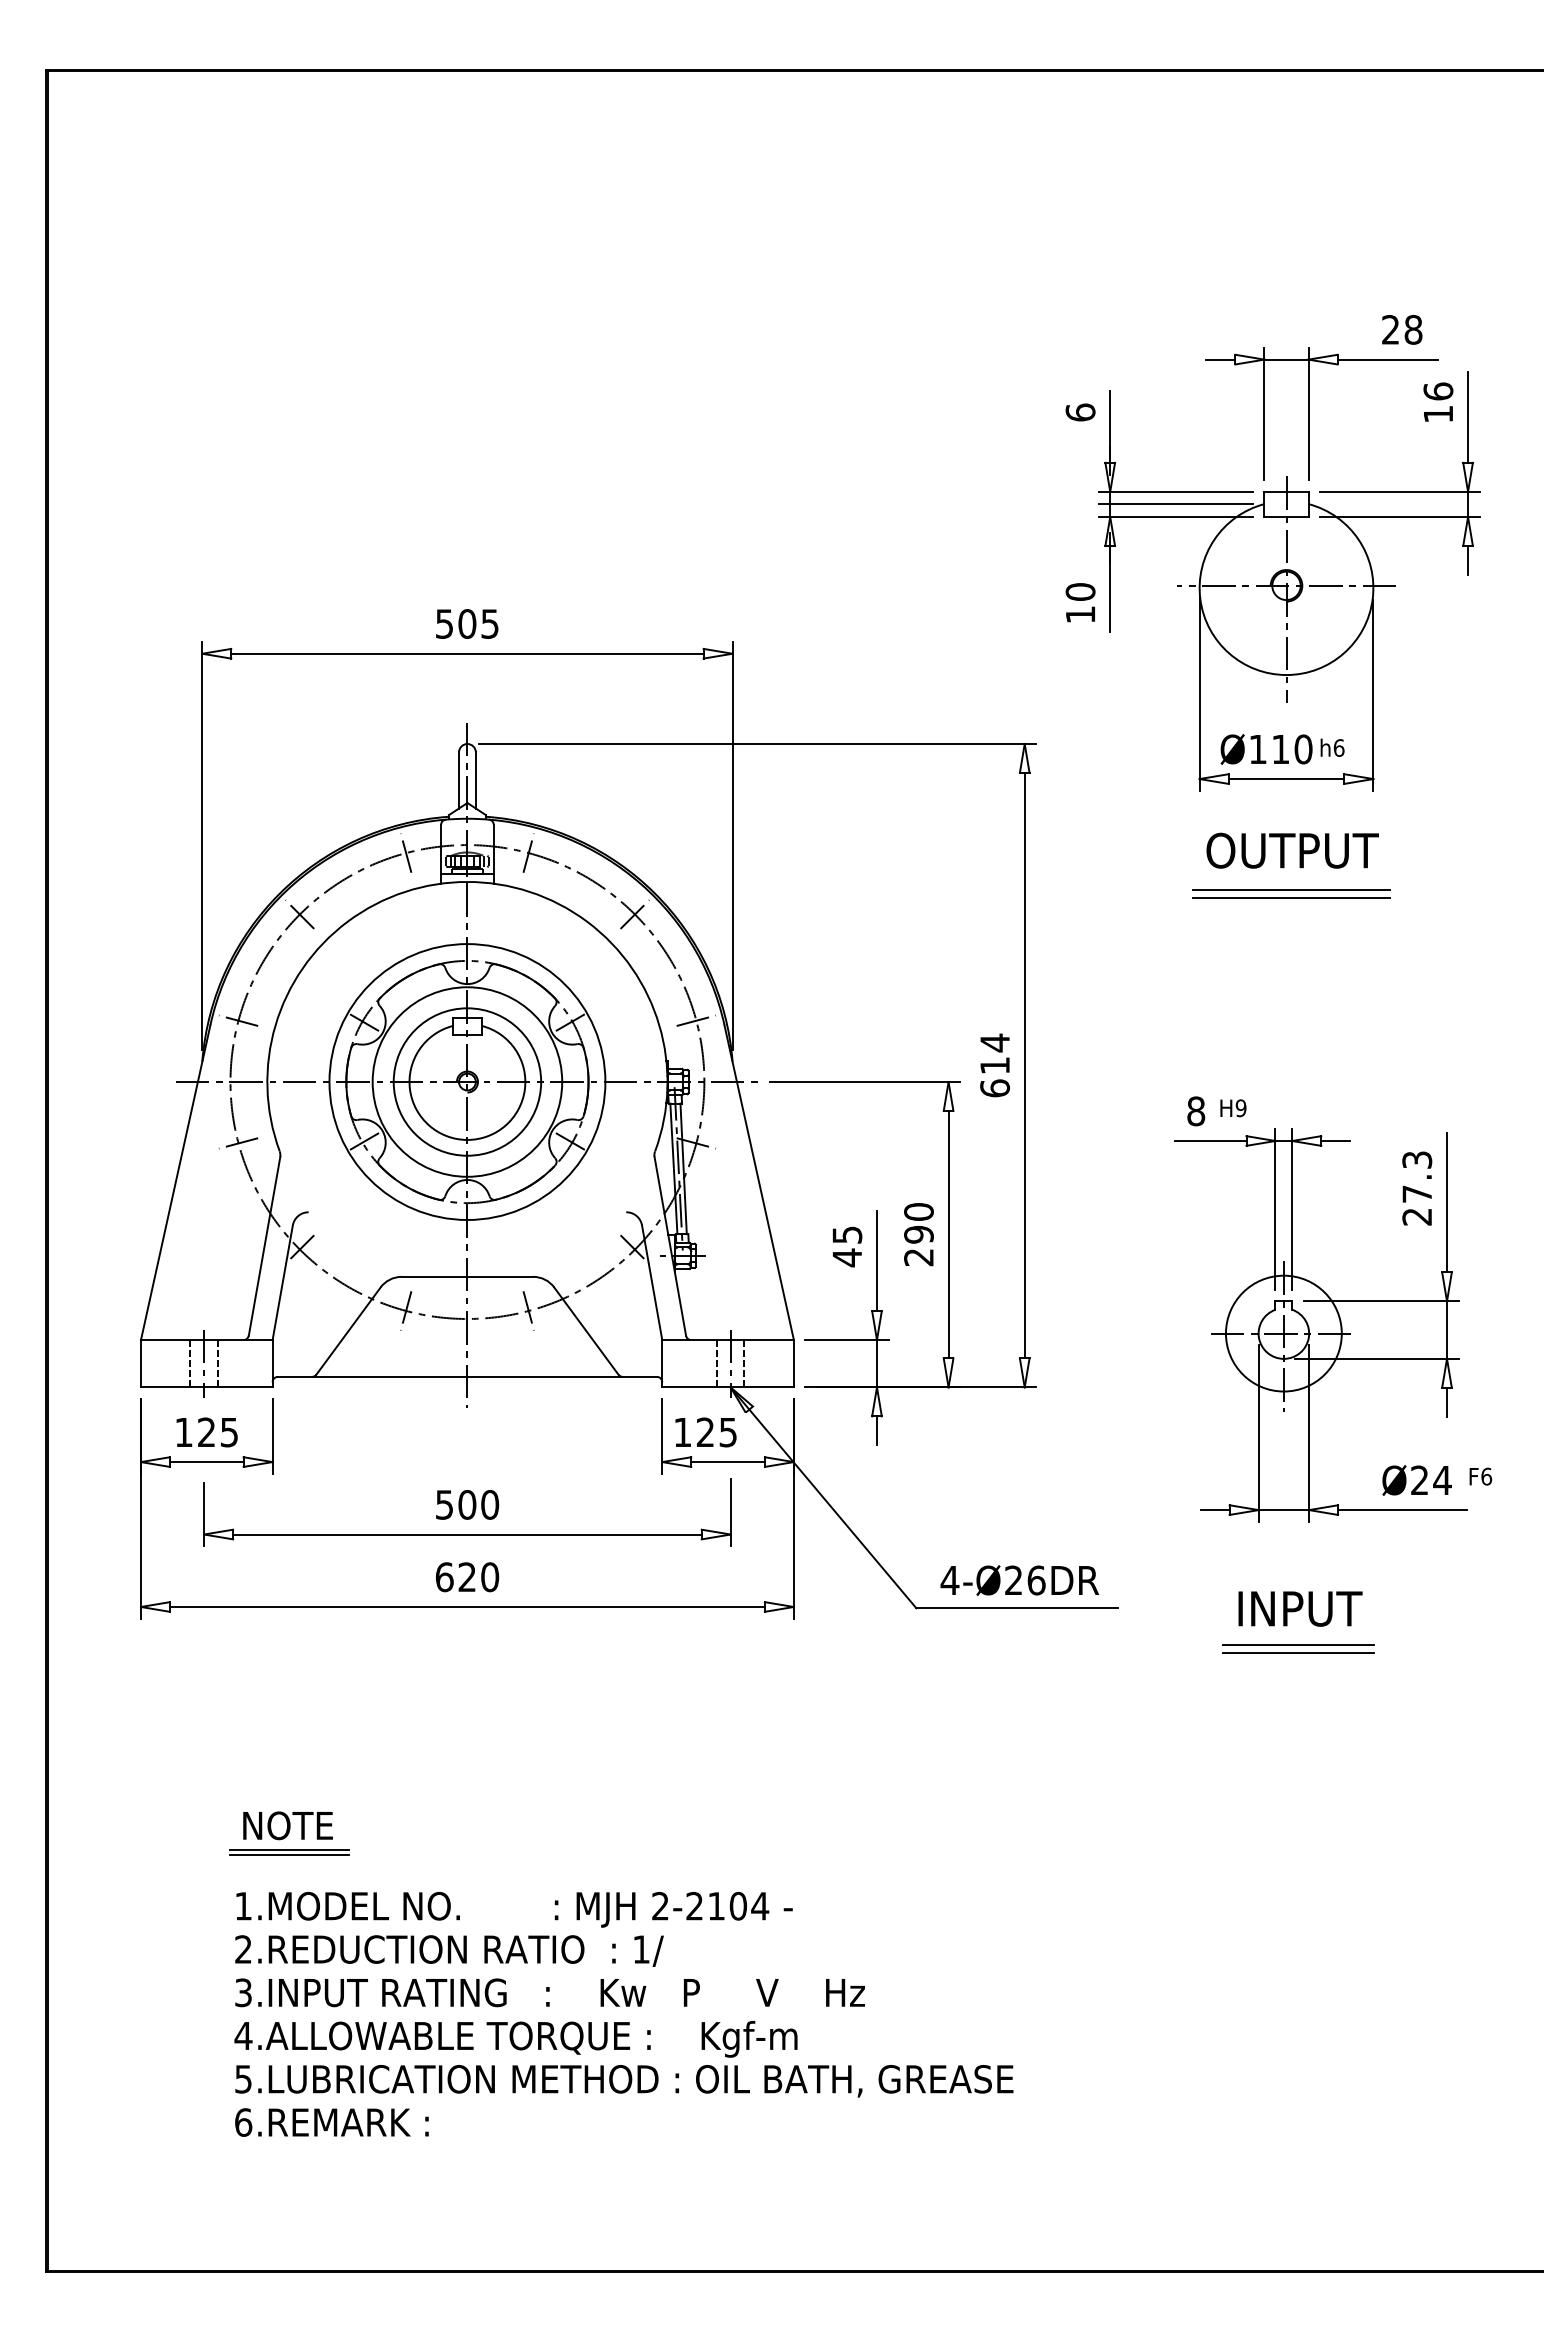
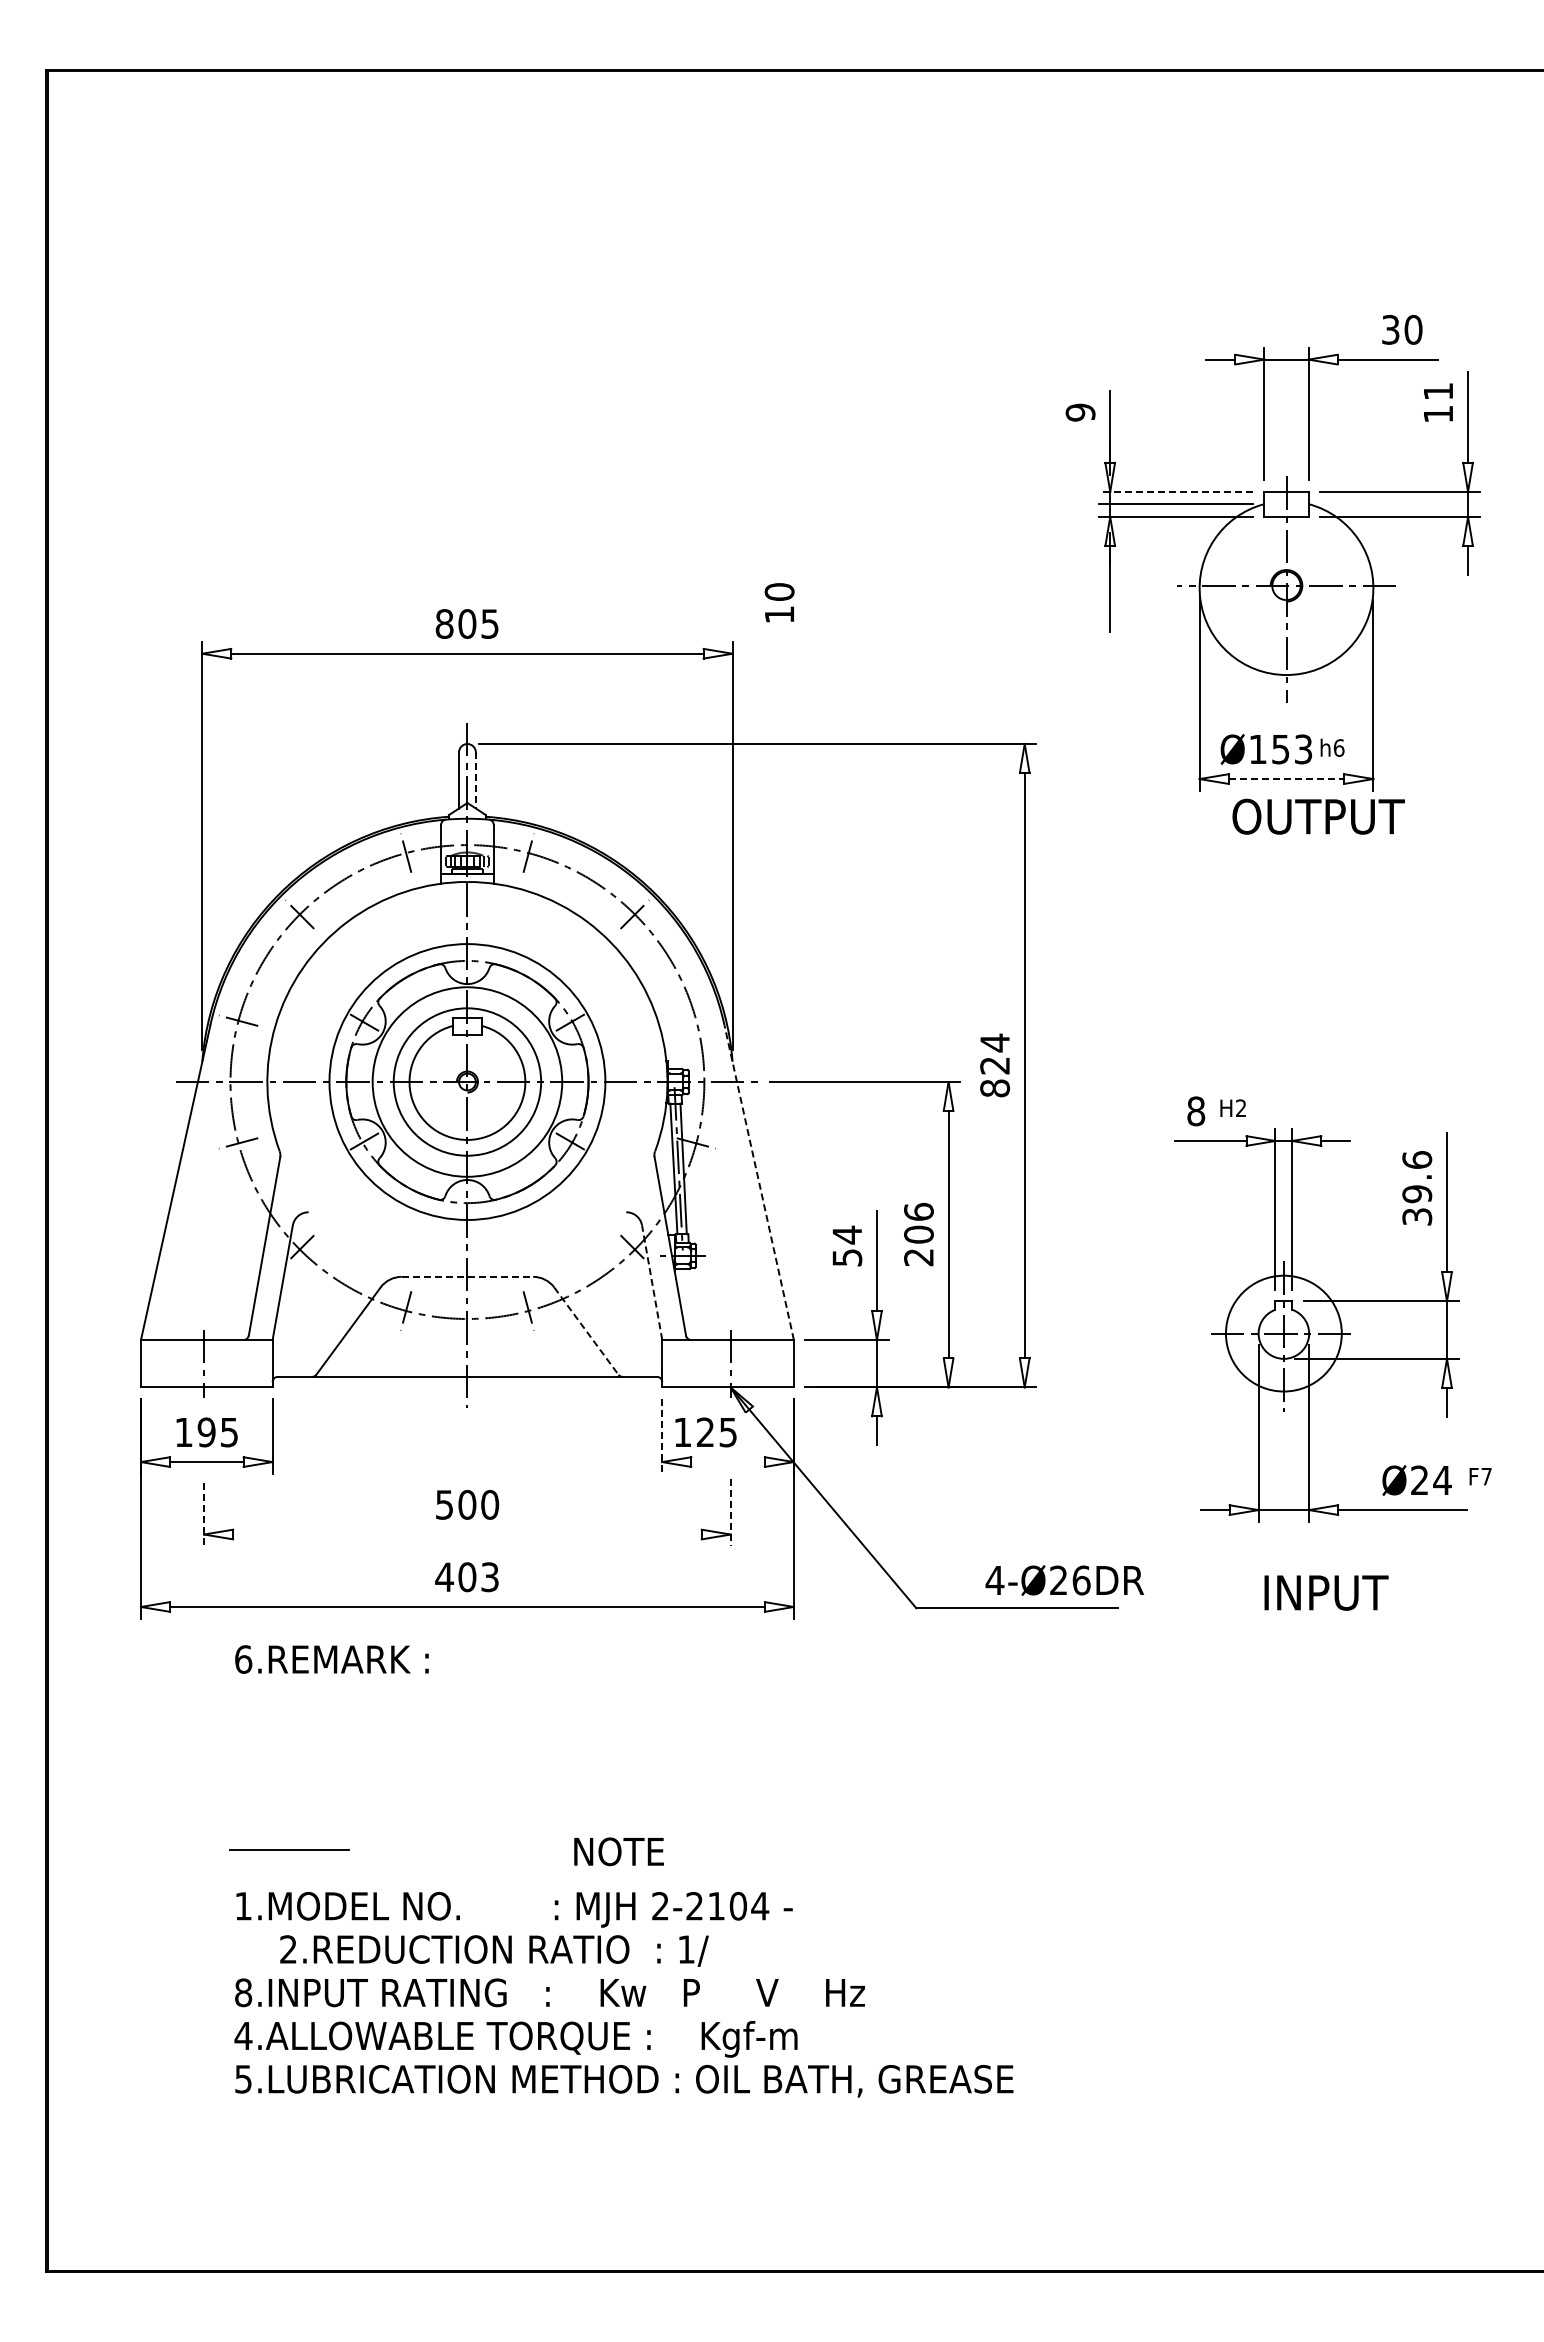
text at (1402, 329): 28 -> 30
text at (1438, 391): 16 -> 11
text at (1080, 412): 6 -> 9
line at (1175, 491): solid -> dashed
text at (1080, 602) position: (1080, 602) -> (779, 602)
text at (444, 623): 505 -> 805
text at (1292, 749): Ø110 -> Ø153
line at (1286, 779): solid -> dashed
line at (475, 780): solid -> dashed
text at (1292, 850) position: (1292, 850) -> (1318, 816)
line at (1291, 889): present -> none
line at (1291, 898): present -> none
line at (695, 1020): present -> none
text at (994, 1077): 614 -> 824
text at (1240, 1108): H9 -> H2
line at (759, 1182): solid -> dashed
text at (1417, 1188): 27.3 -> 39.6
text at (918, 1222): 290 -> 206
text at (847, 1246): 45 -> 54
line at (467, 1276): solid -> dashed
line at (652, 1282): solid -> dashed
line at (586, 1331): solid -> dashed
line at (190, 1363): present -> none
line at (217, 1363): present -> none
line at (717, 1363): present -> none
line at (744, 1363): present -> none
text at (206, 1432): 125 -> 195
line at (662, 1436): solid -> dashed
line at (727, 1462): present -> none
text at (1486, 1476): F6 -> F7
line at (730, 1512): solid -> dashed
line at (204, 1515): solid -> dashed
line at (467, 1534): present -> none
text at (467, 1577): 620 -> 403
text at (1019, 1580) position: (1019, 1580) -> (1064, 1580)
text at (1300, 1608) position: (1300, 1608) -> (1326, 1592)
line at (1298, 1644): present -> none
line at (1298, 1653): present -> none
text at (287, 1825) position: (287, 1825) -> (618, 1851)
line at (288, 1854): present -> none
text at (449, 1950) position: (449, 1950) -> (494, 1950)
text at (243, 1992): 3.INPUT -> 8.INPUT
text at (331, 2122) position: (331, 2122) -> (331, 1659)
